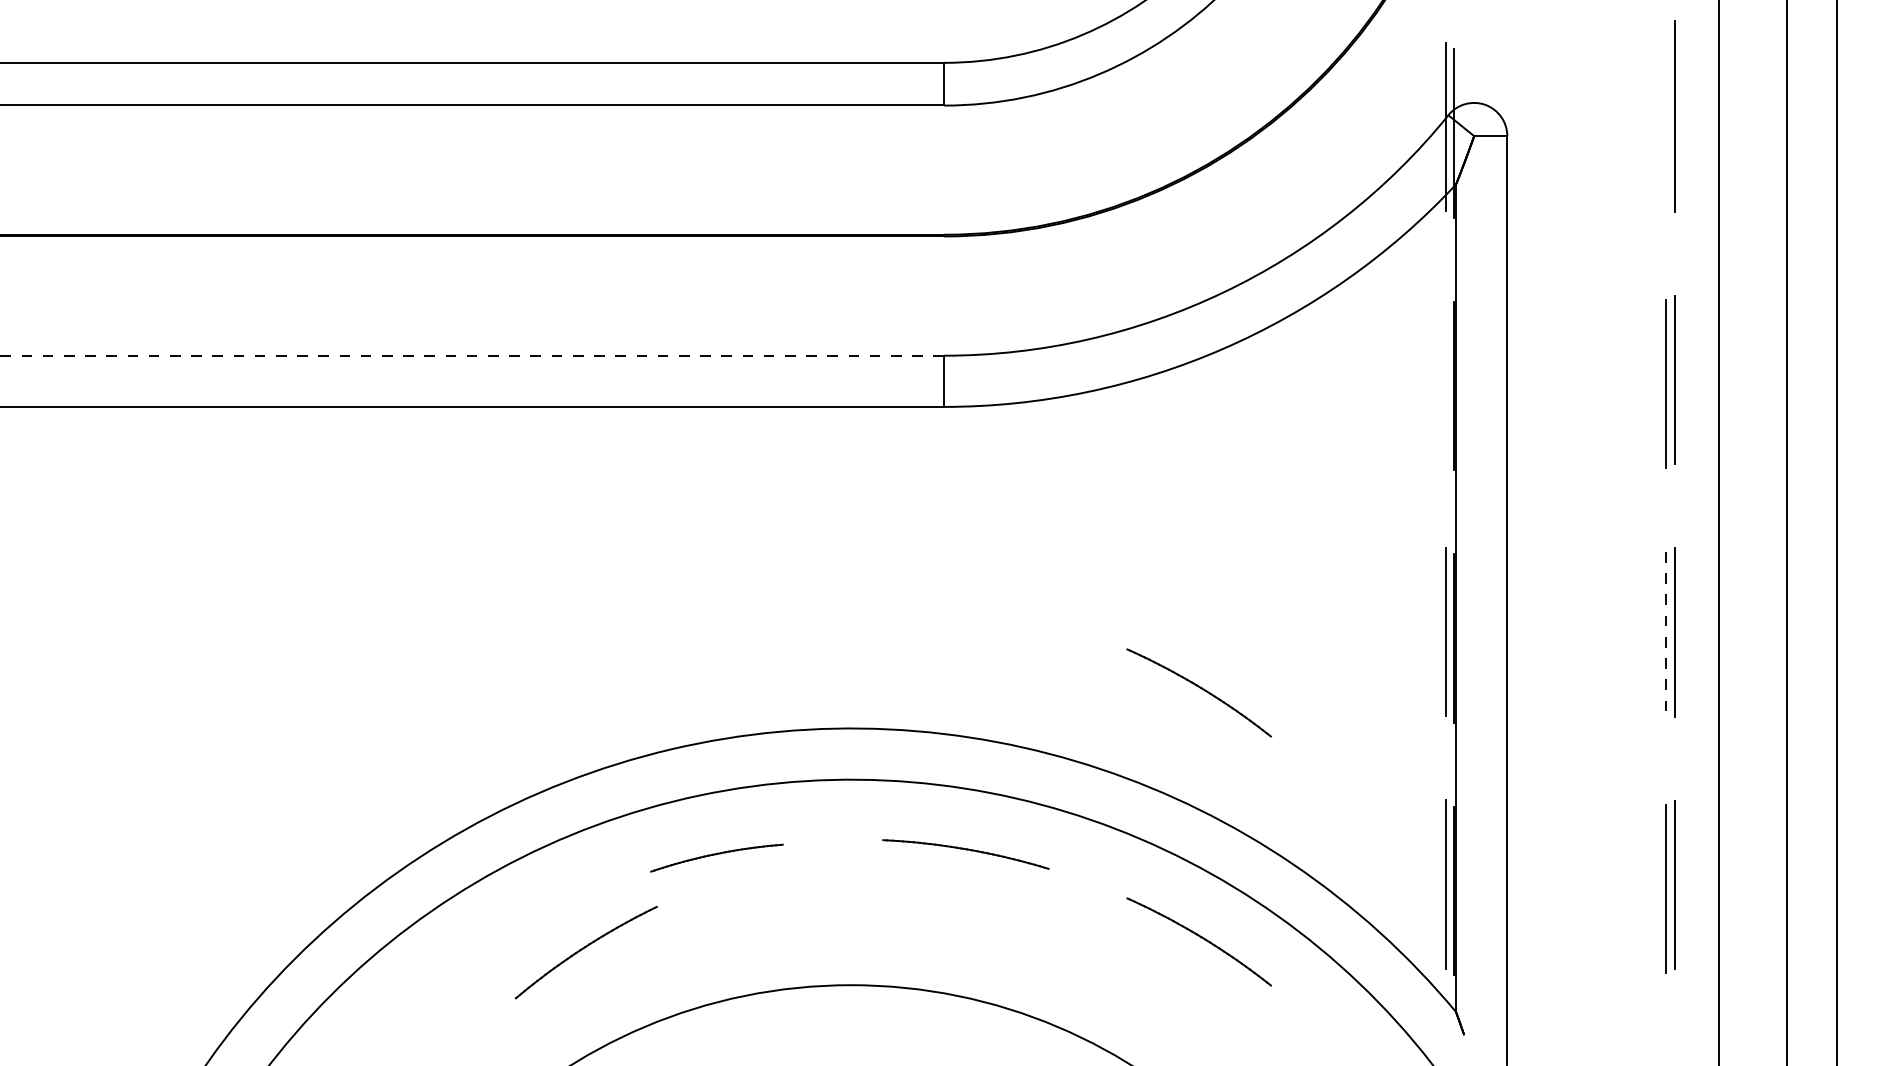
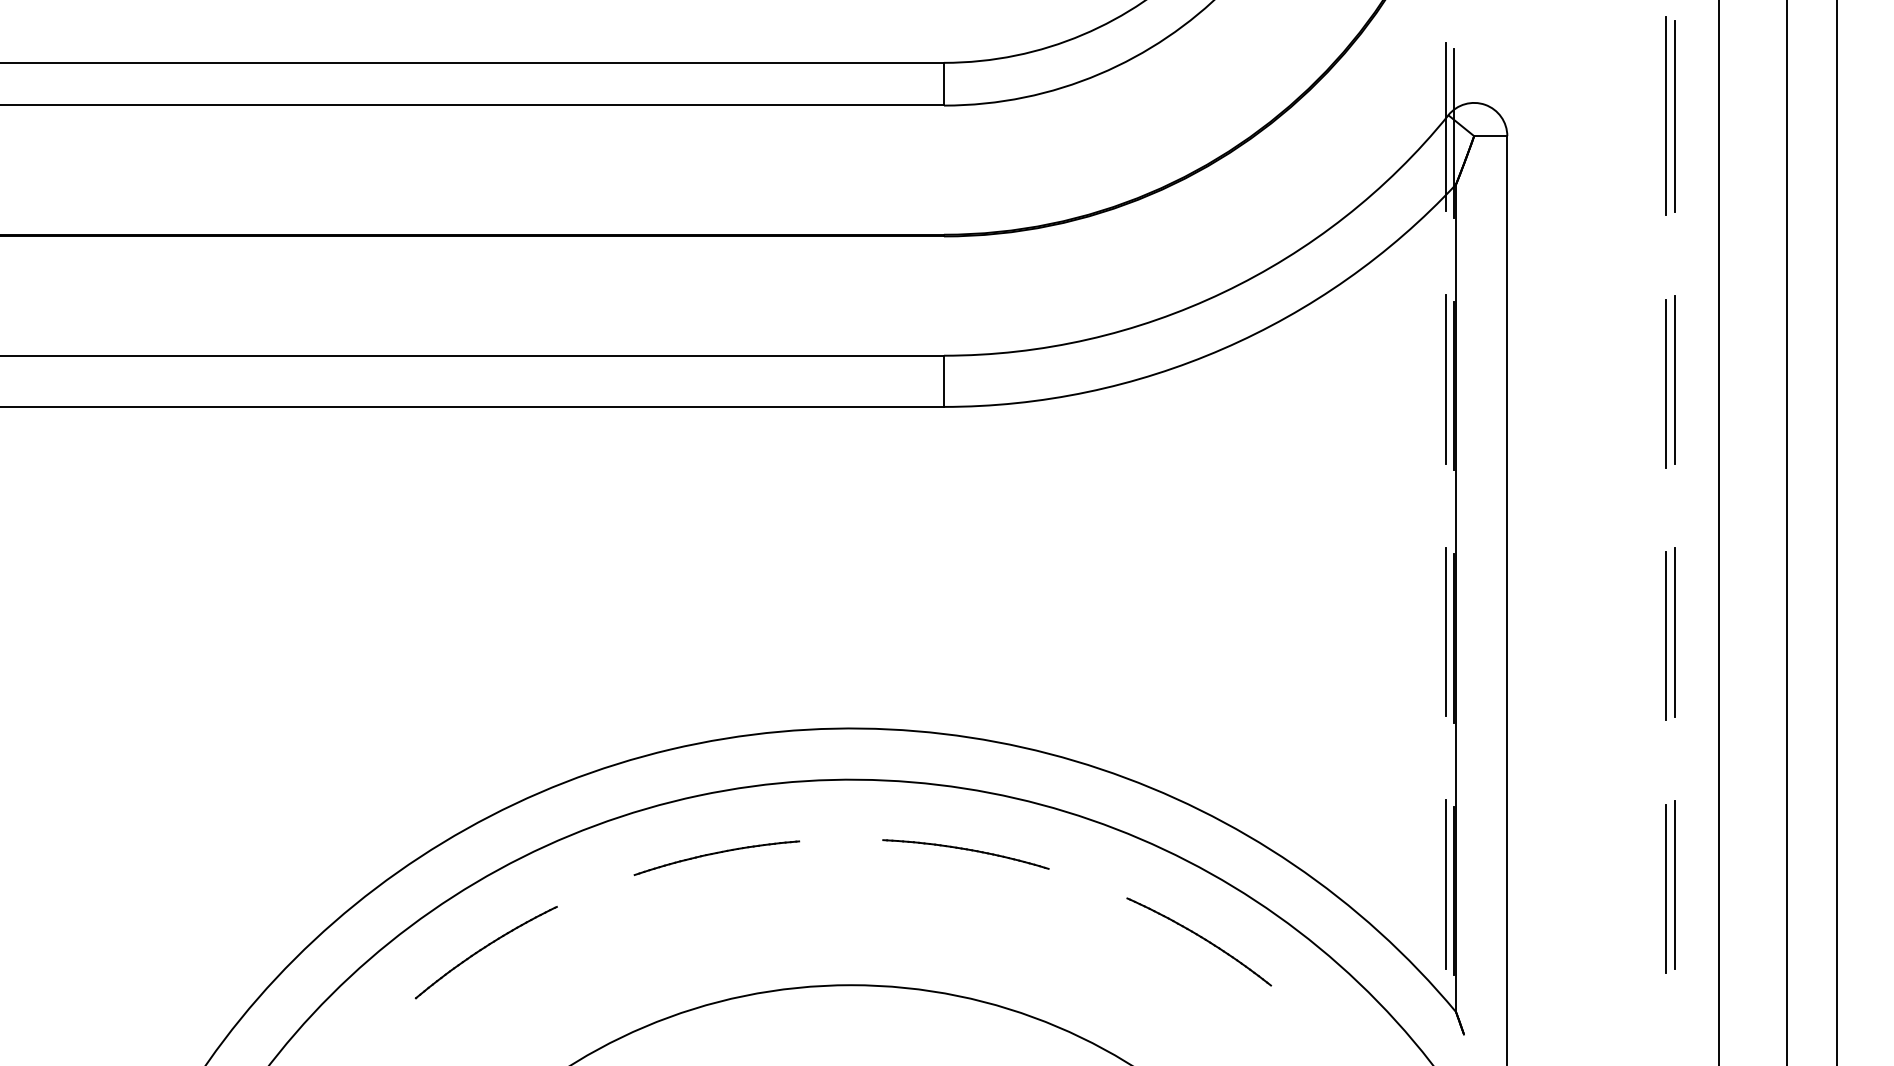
line at (1666, 116): none -> present
line at (472, 355): dashed -> solid
line at (1445, 379): none -> present
line at (1666, 636): dashed -> solid
part at (1199, 692): present -> none
part at (716, 857) size: 134x30 px -> 168x36 px
part at (585, 952) position: (585, 952) -> (485, 952)
